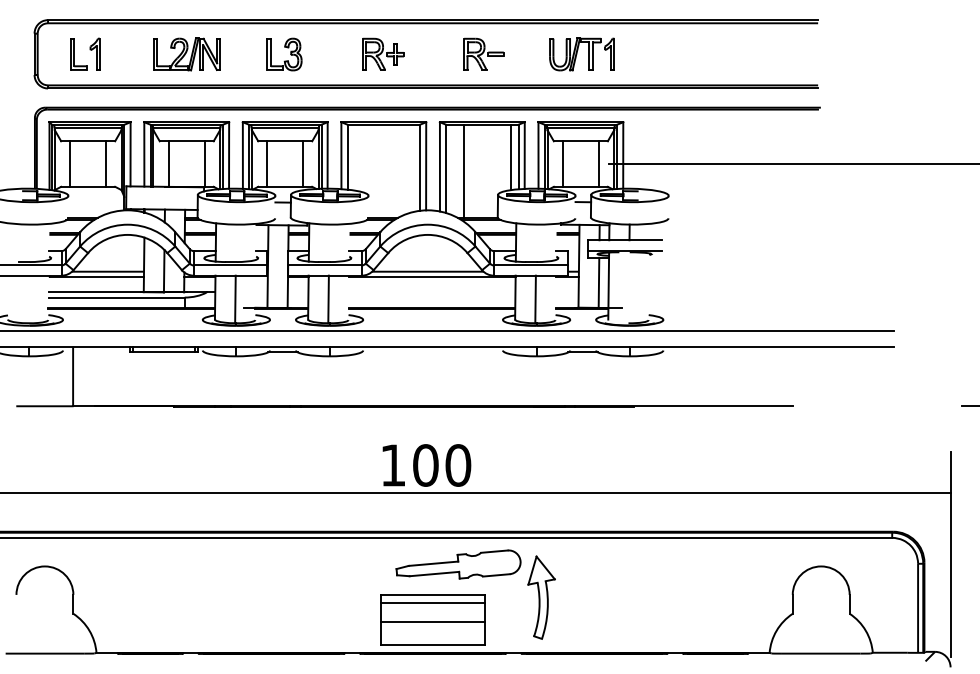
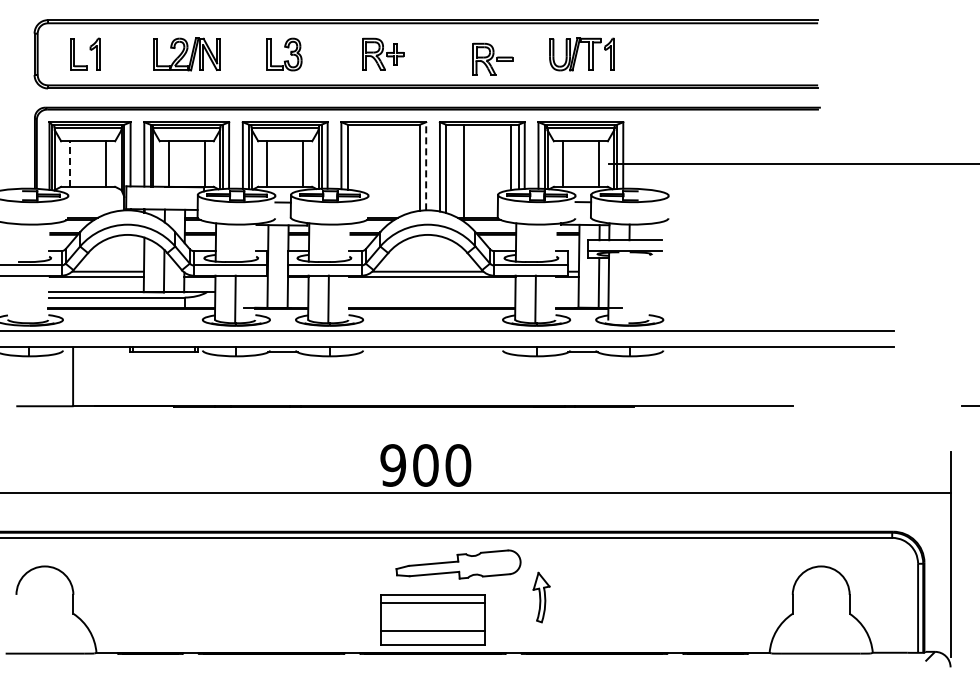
part at (483, 53) position: (483, 53) -> (492, 58)
line at (70, 164): solid -> dashed
line at (426, 165): solid -> dashed
text at (393, 465): 100 -> 900
part at (541, 597) size: 29x85 px -> 19x53 px
line at (432, 621) position: (432, 621) -> (432, 630)
